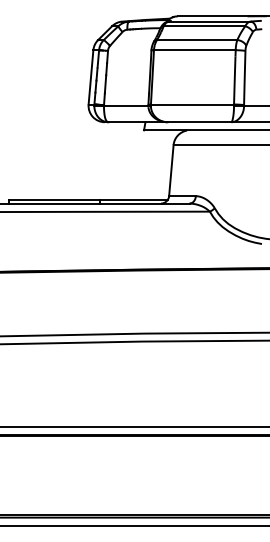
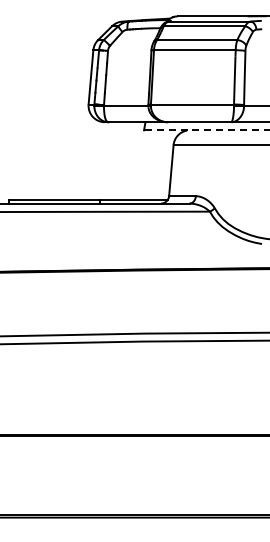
line at (206, 130): solid -> dashed
line at (134, 426): present -> none
line at (134, 525): present -> none
